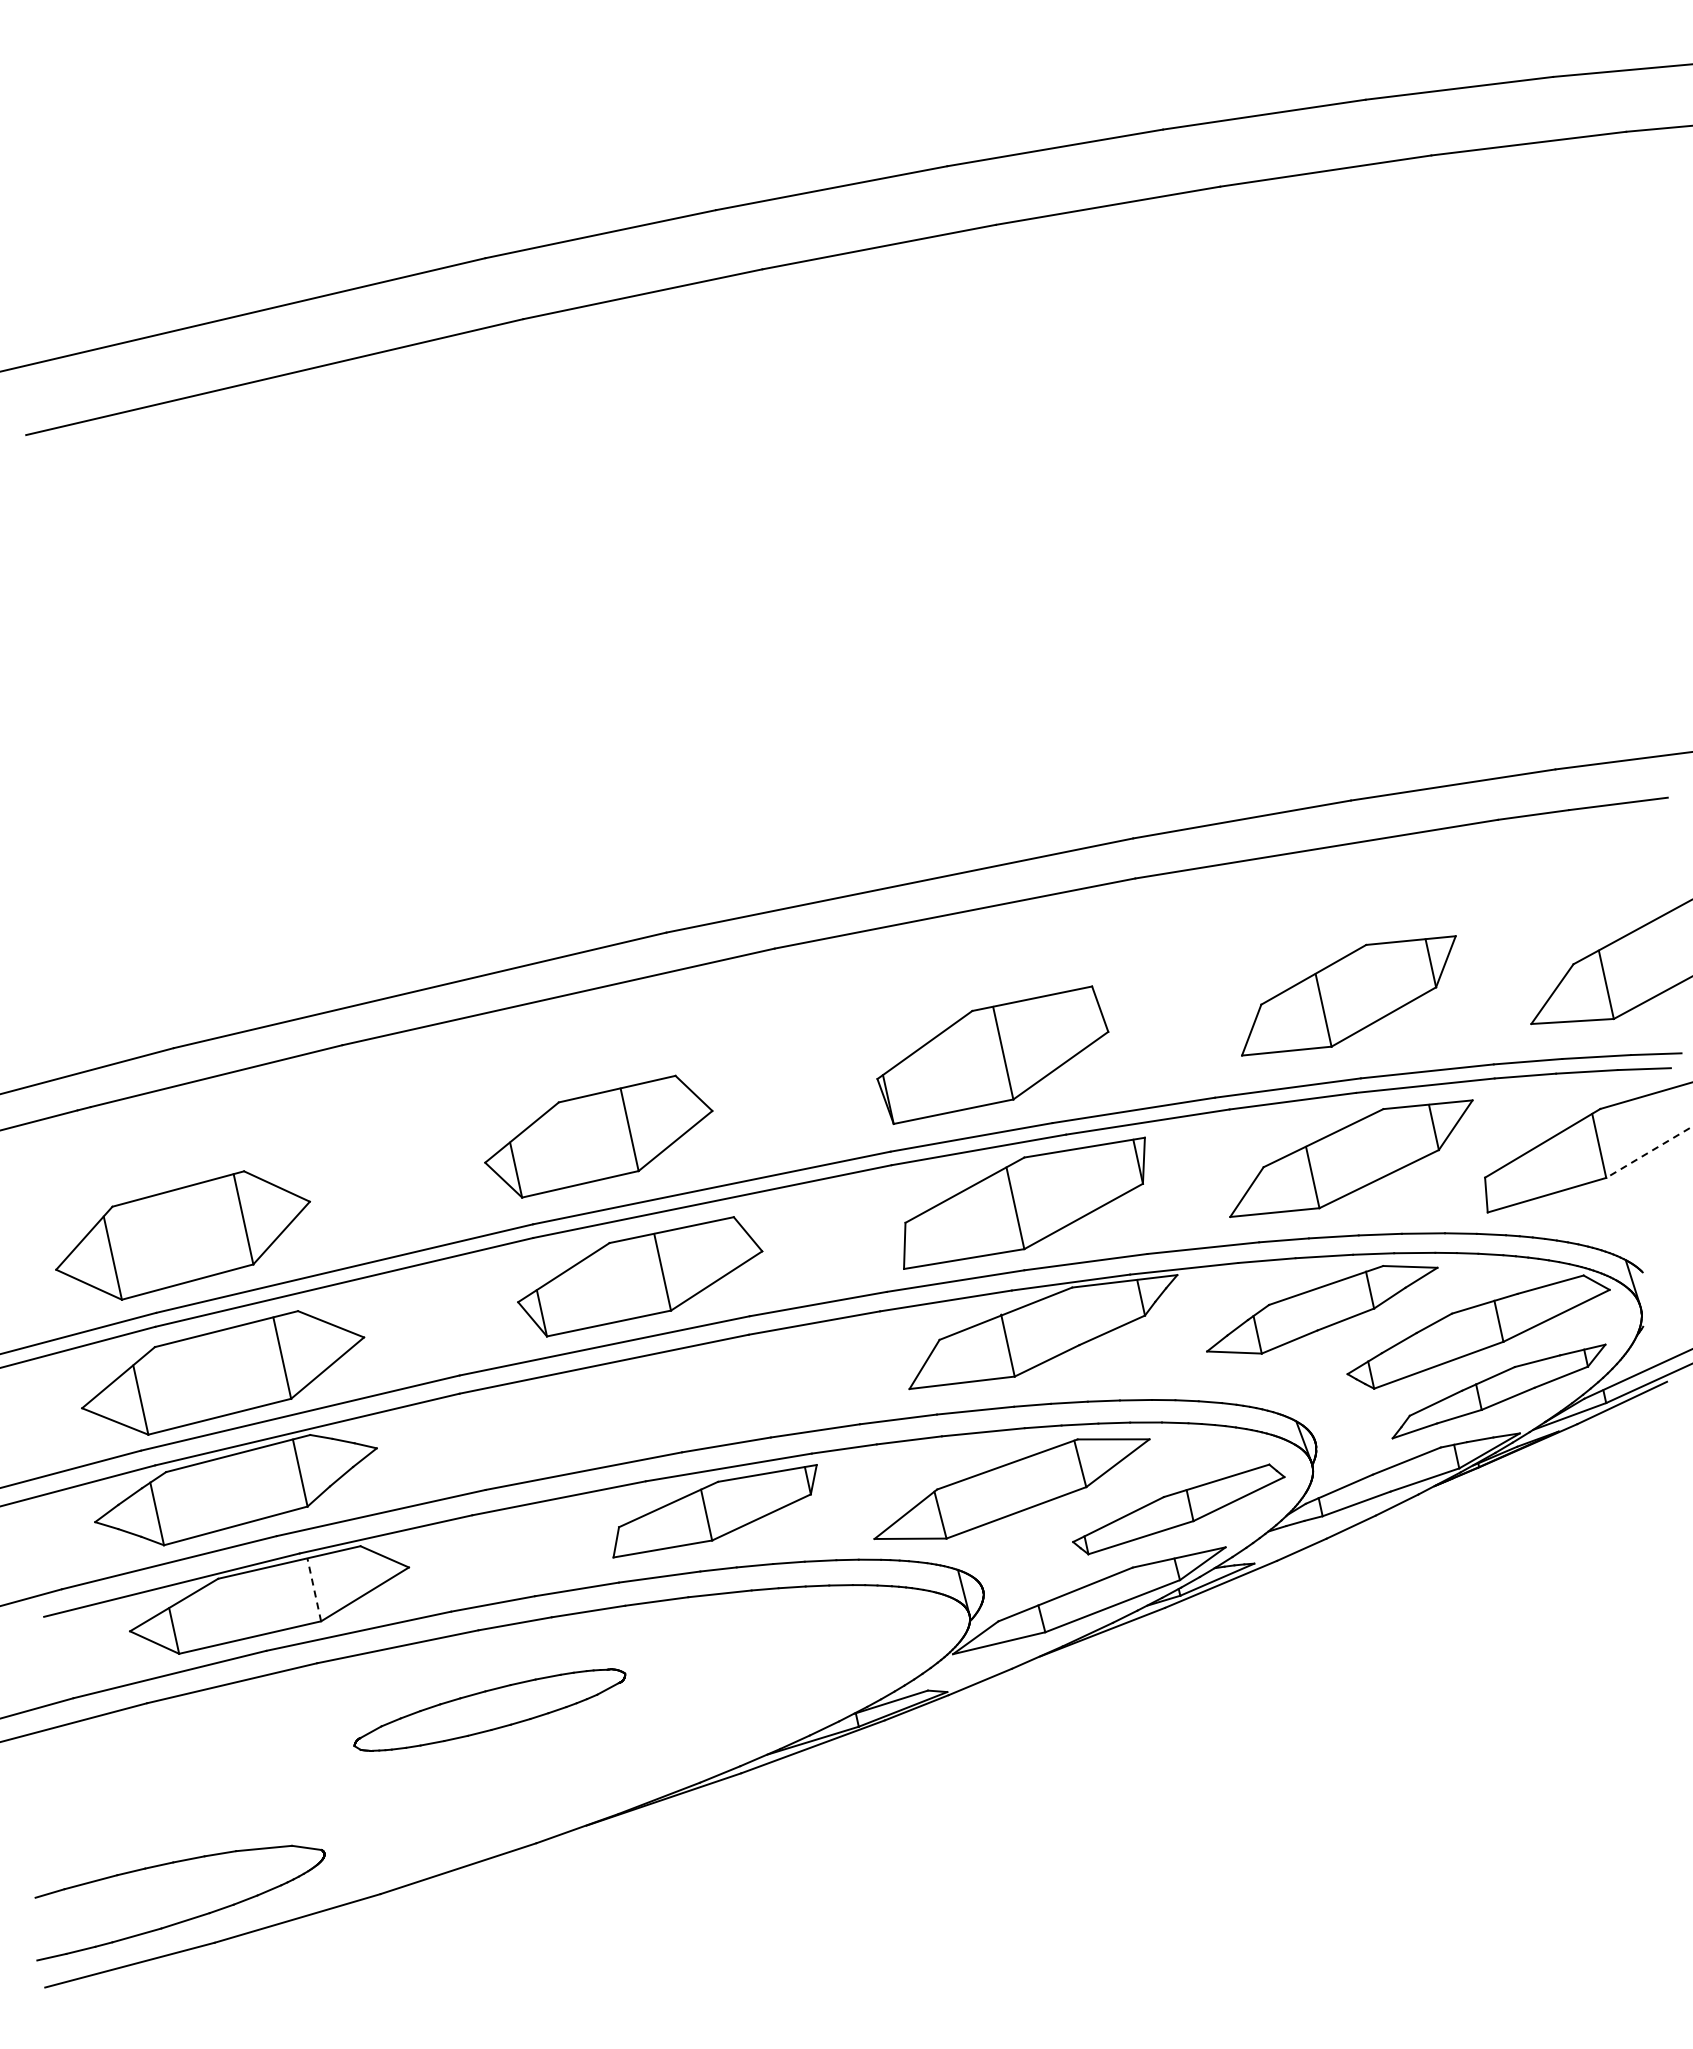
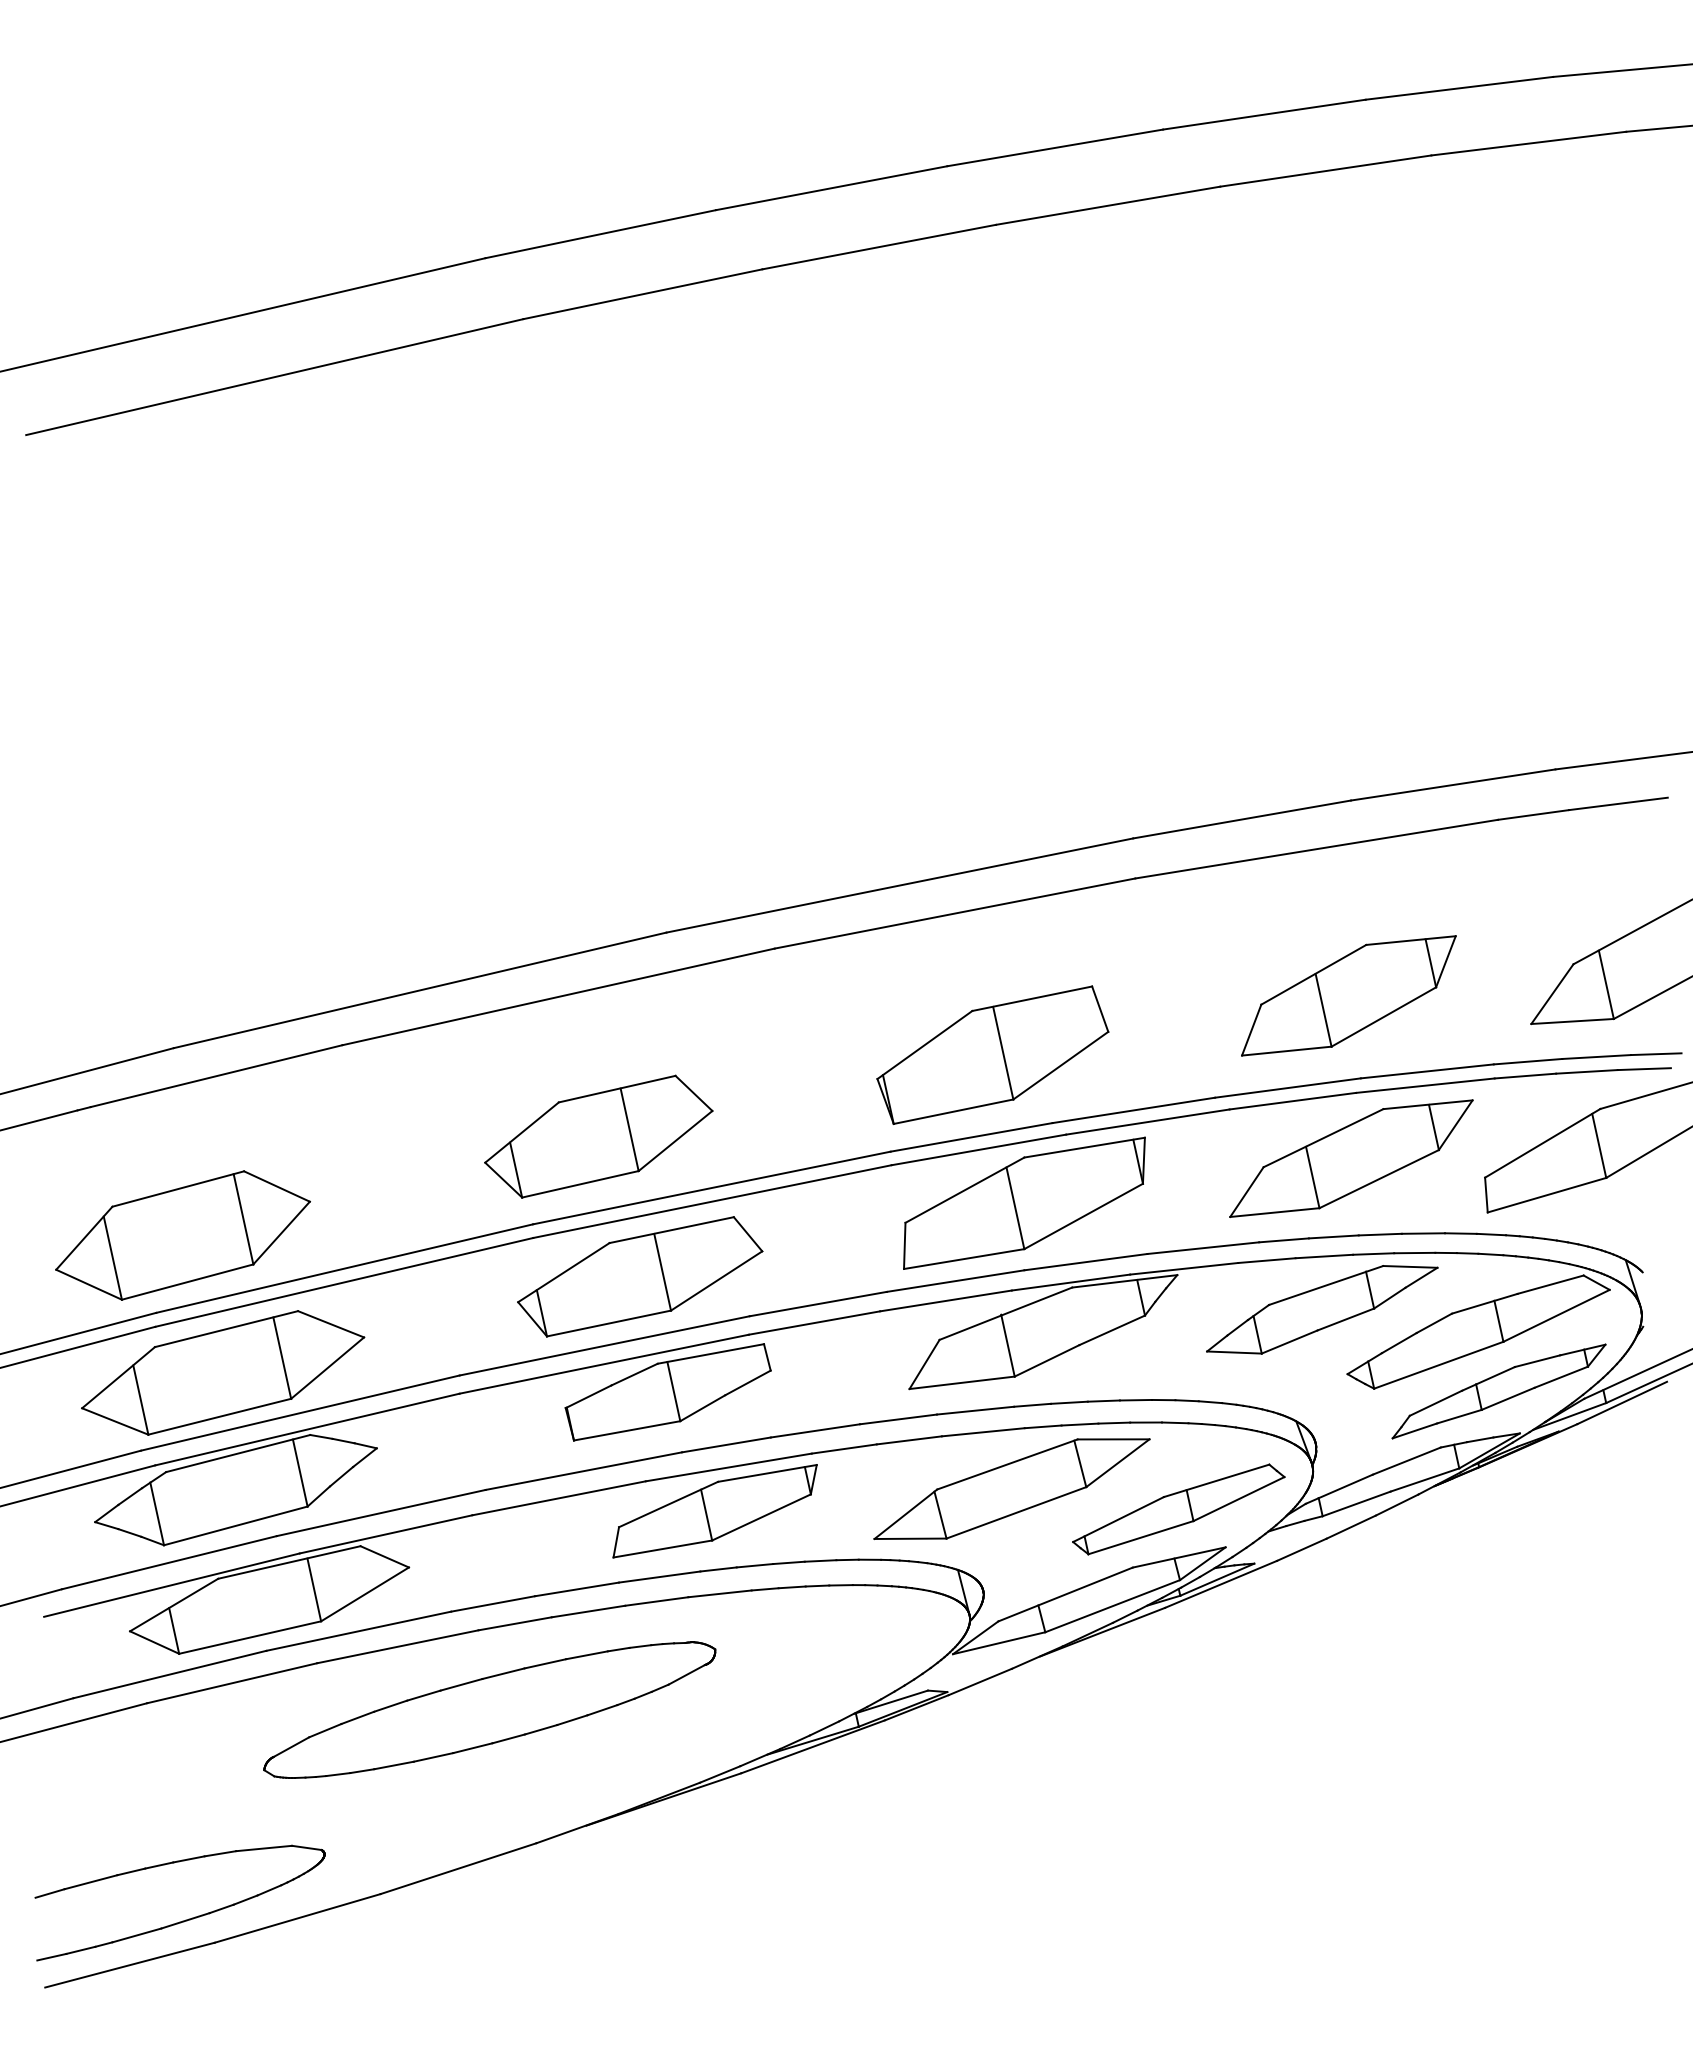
line at (1649, 1152): dashed -> solid
part at (667, 1392): none -> present
line at (314, 1589): dashed -> solid
part at (489, 1709) size: 274x84 px -> 454x138 px
